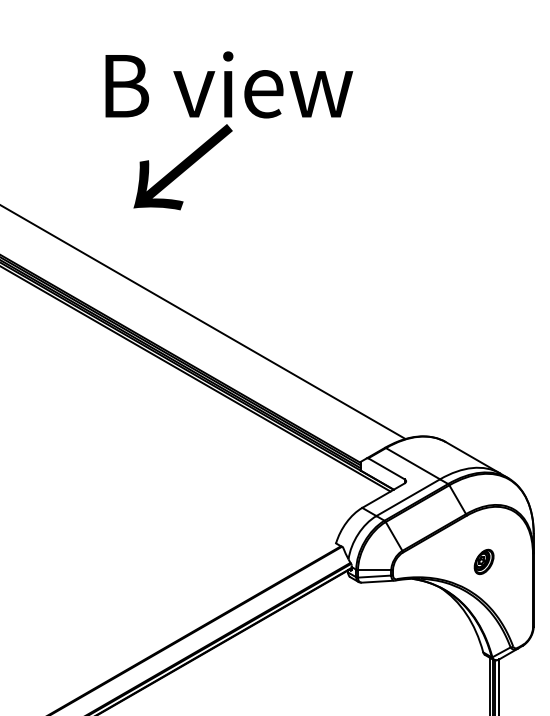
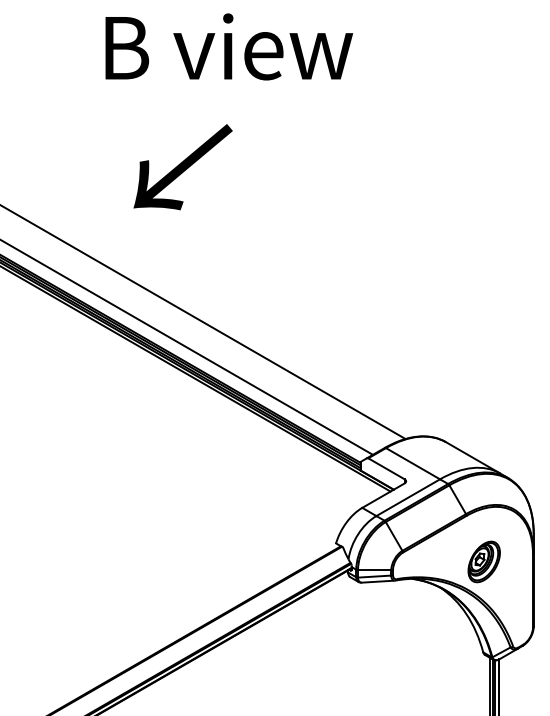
text at (229, 84) position: (229, 84) -> (229, 46)
line at (187, 347): none -> present
part at (483, 561) size: 22x28 px -> 34x44 px
